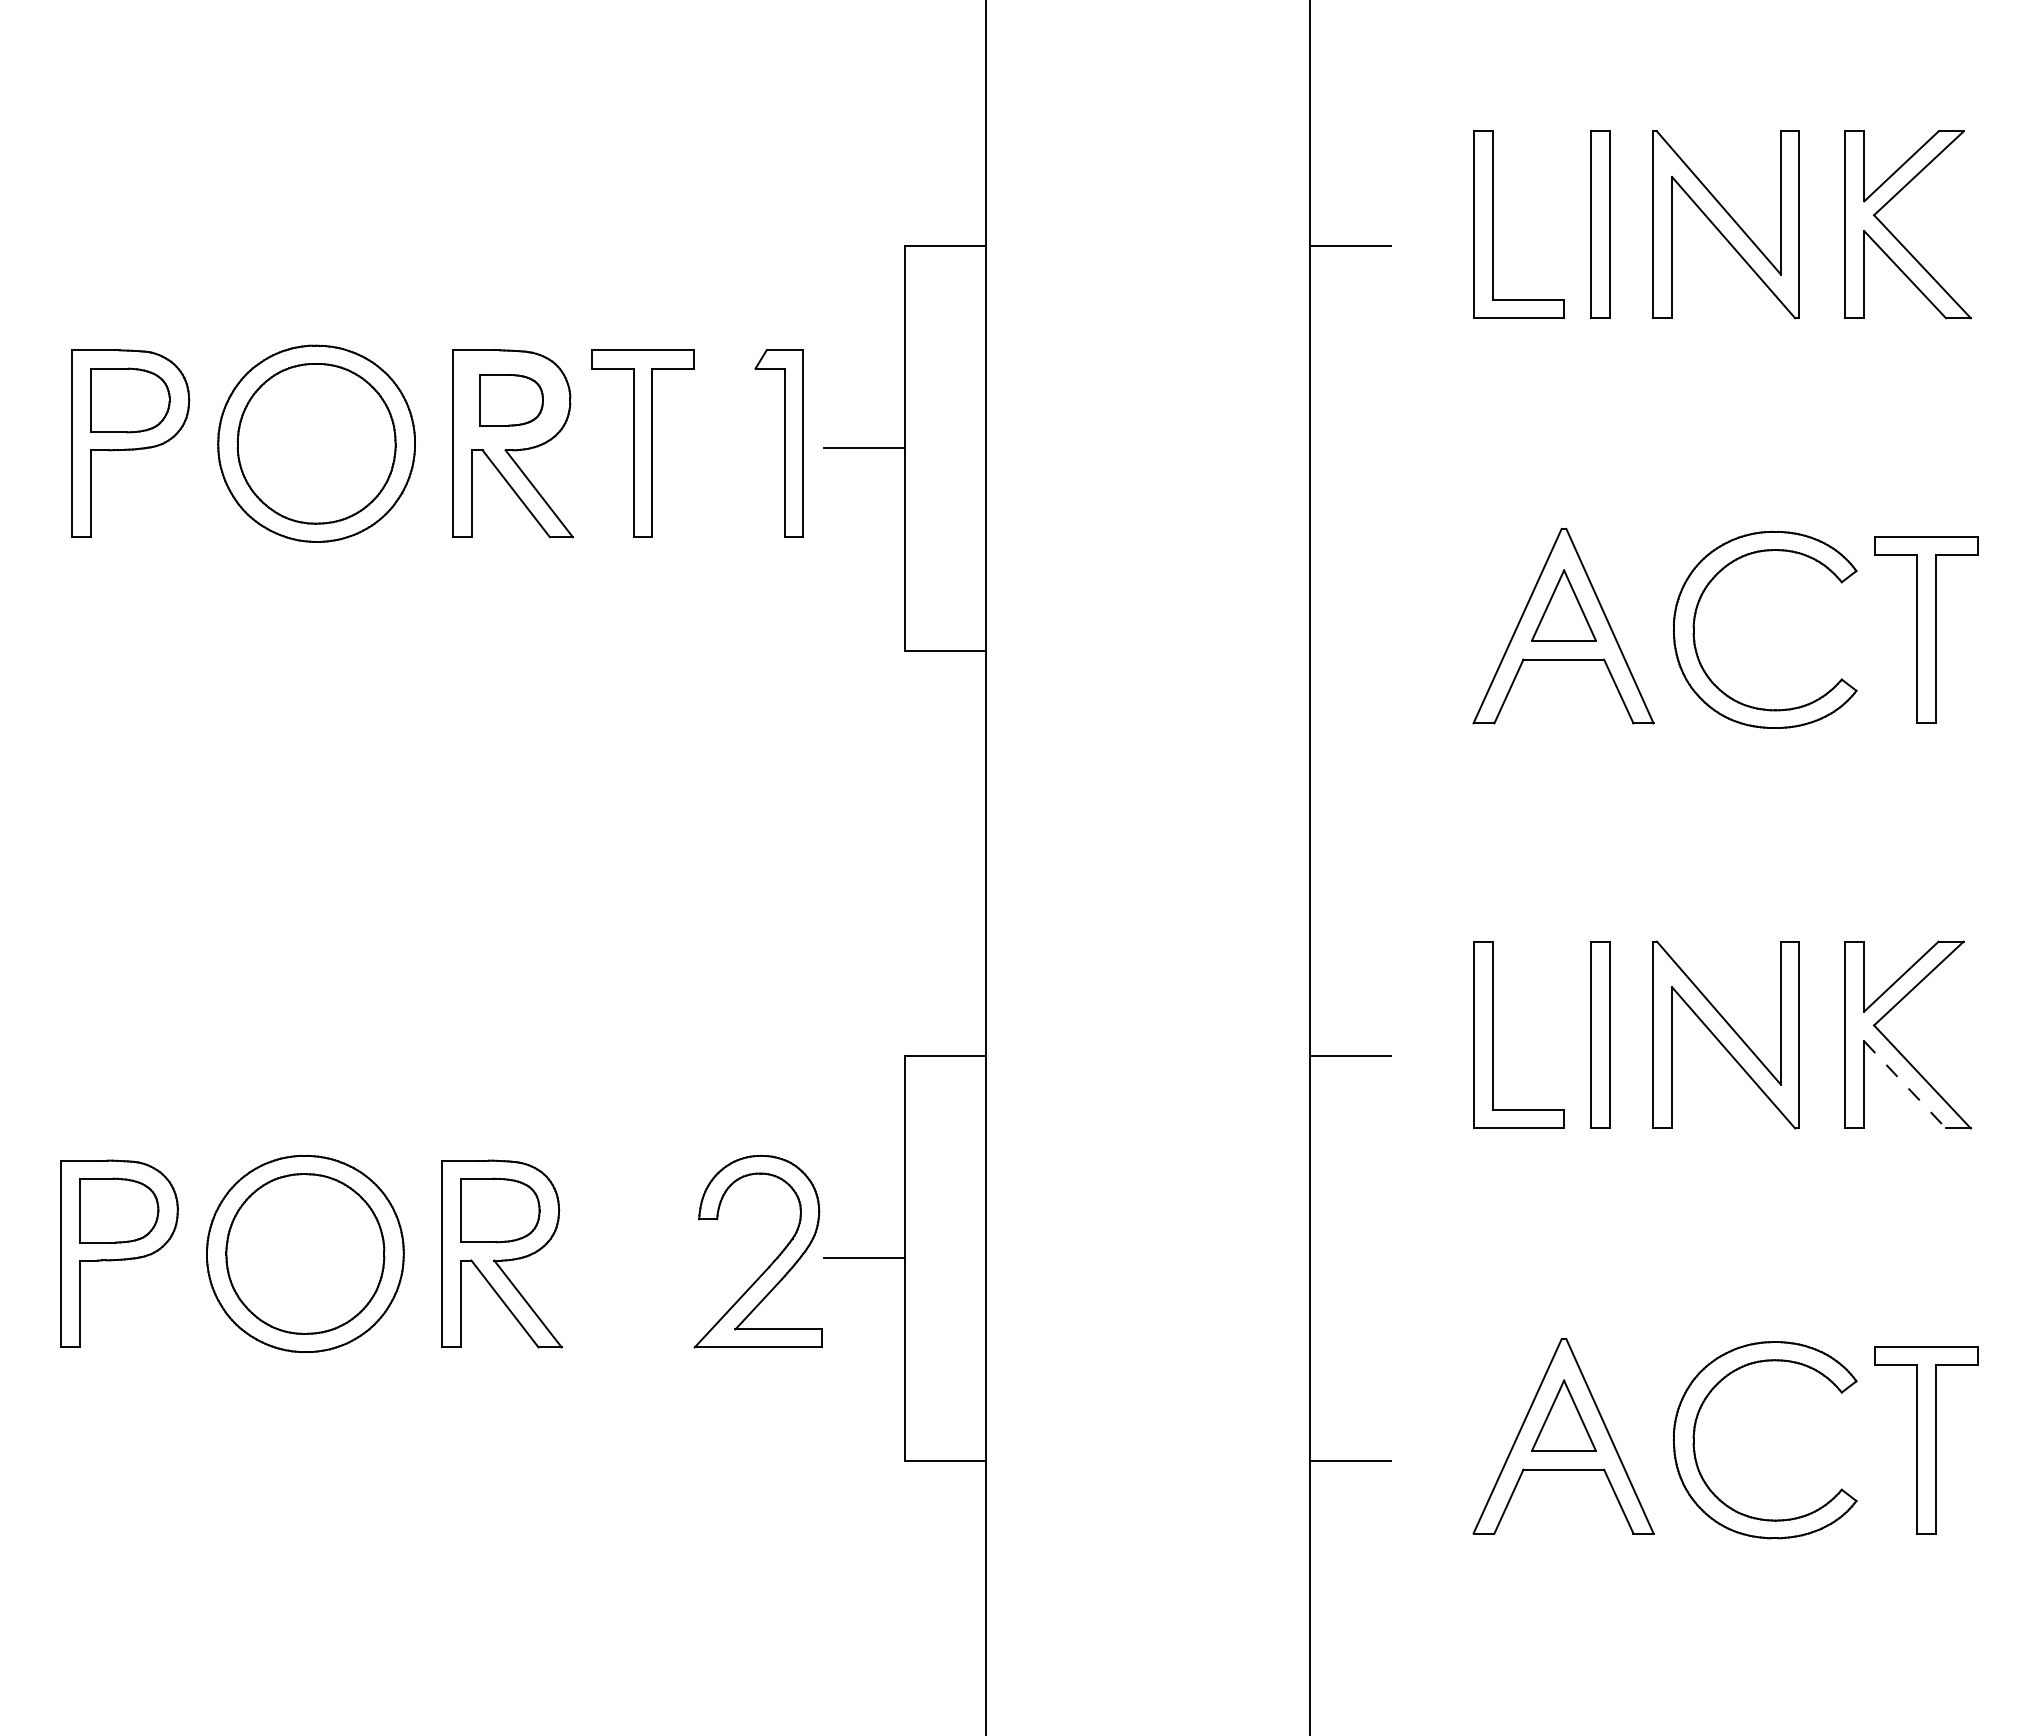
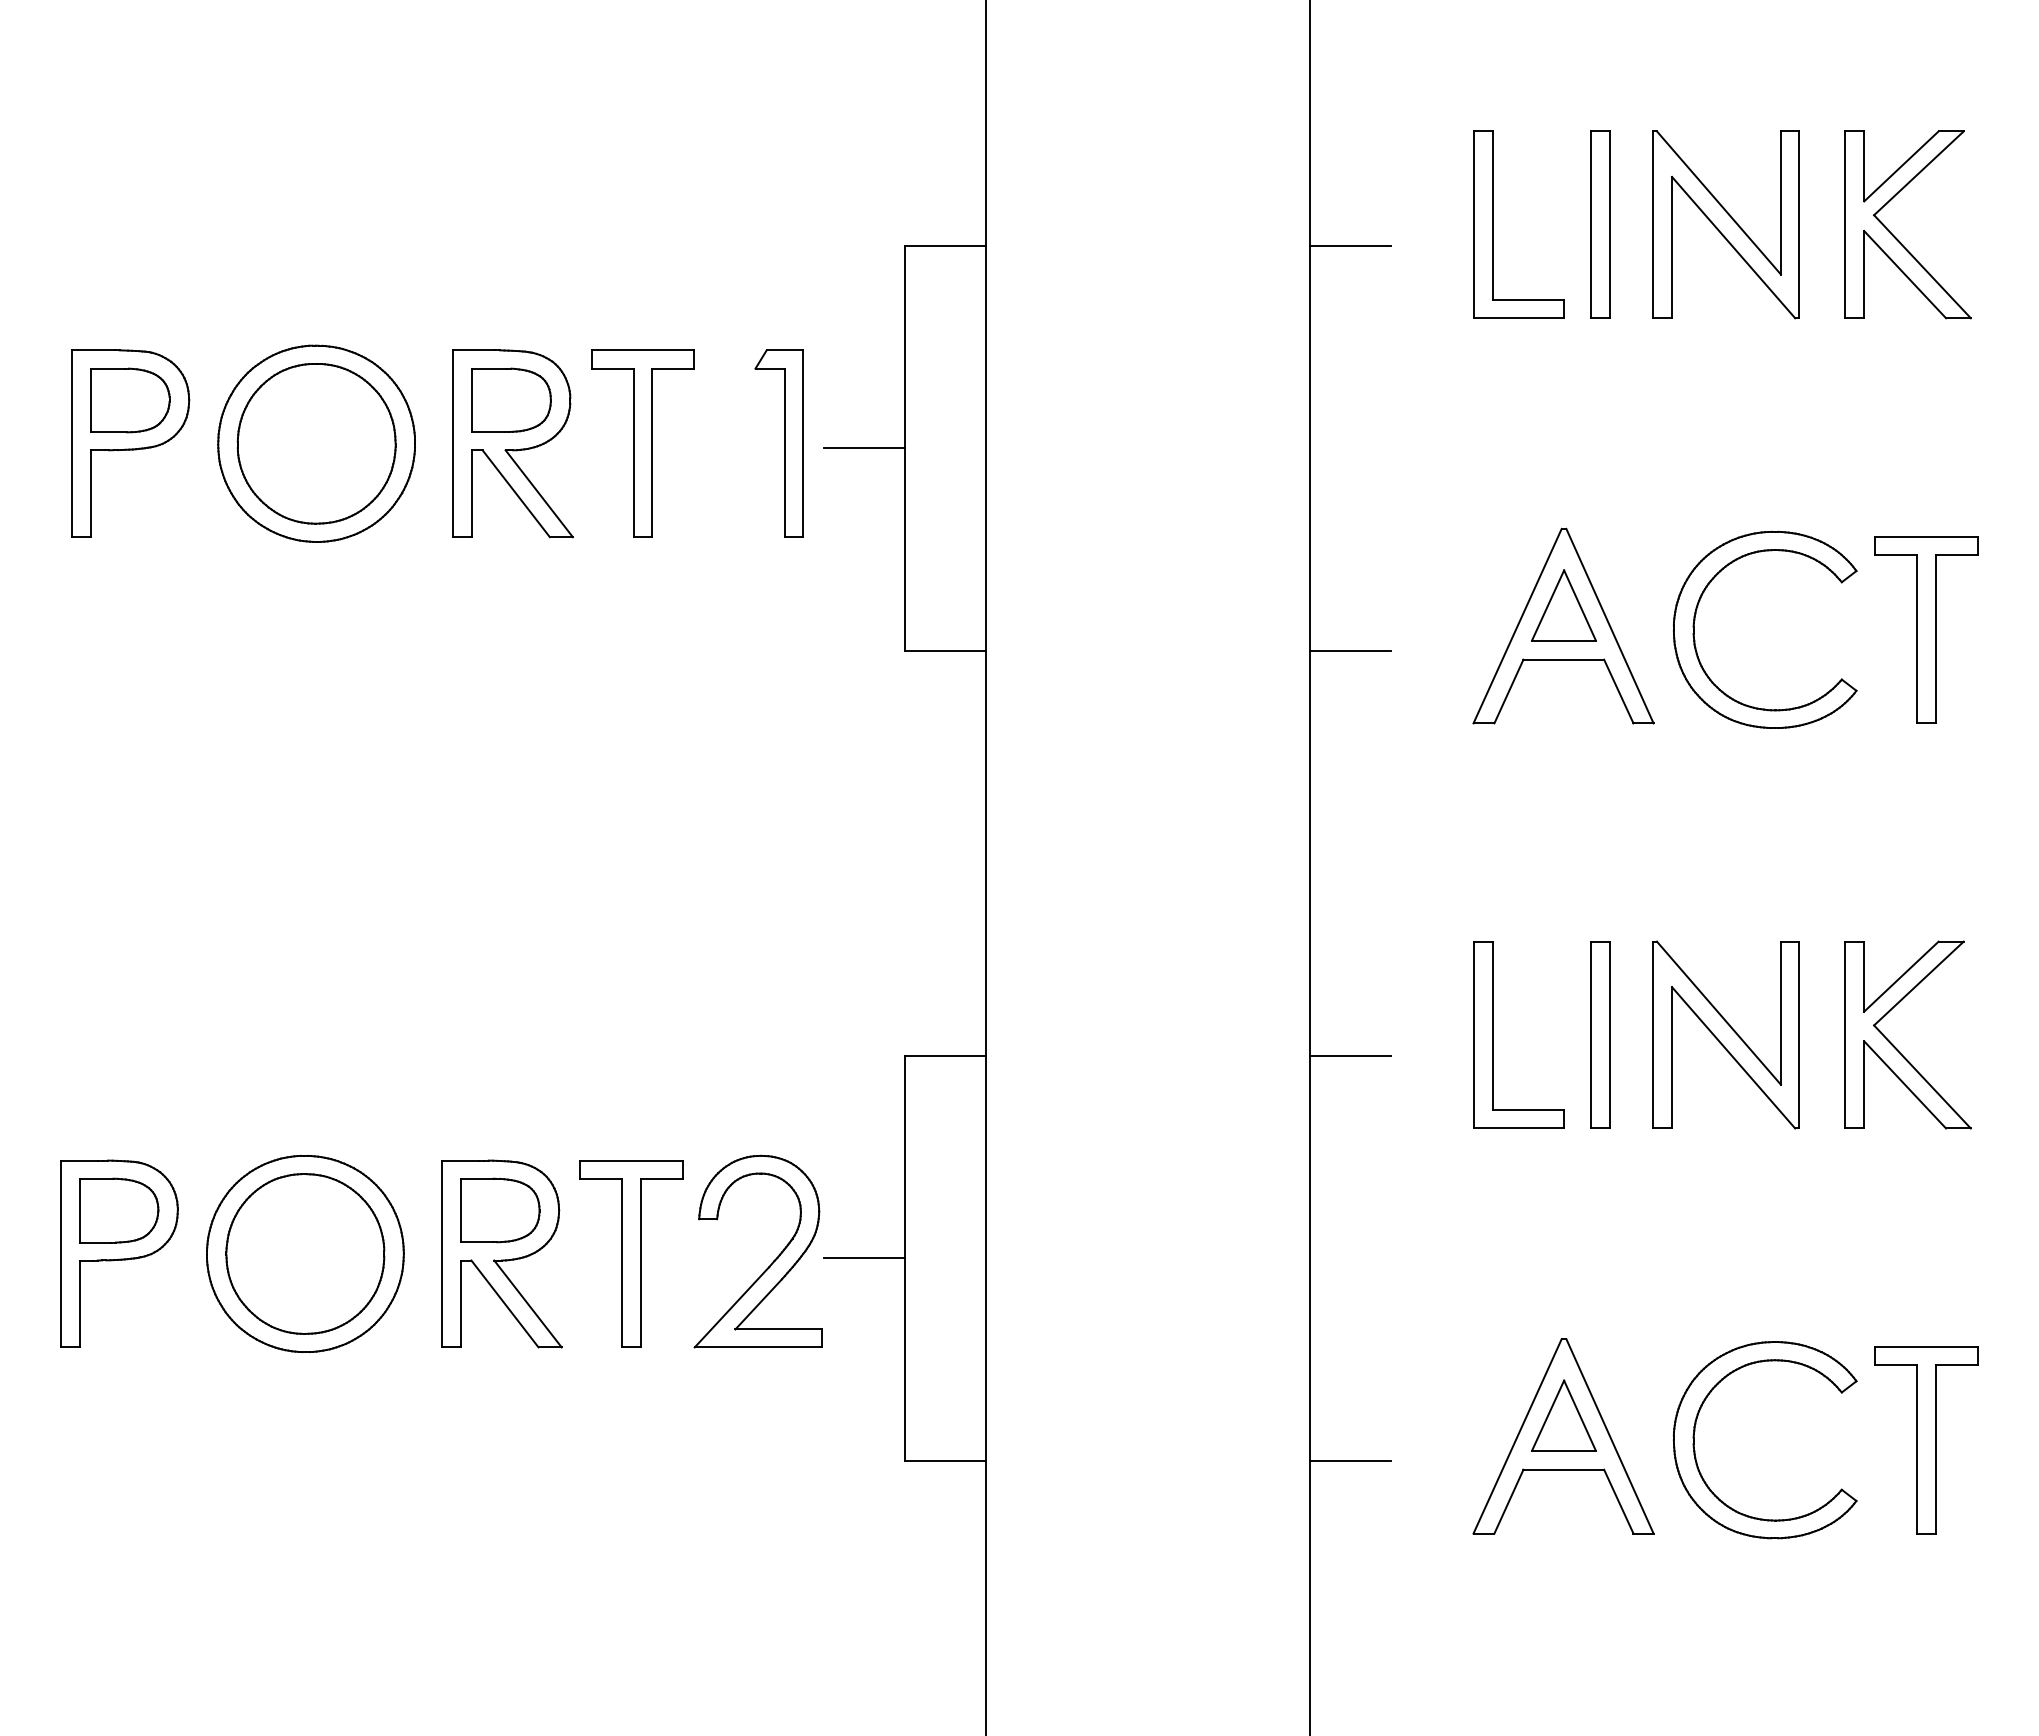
part at (511, 400) size: 65x53 px -> 81x66 px
line at (1349, 650): none -> present
line at (1905, 1084): dashed -> solid
part at (631, 1253): none -> present
